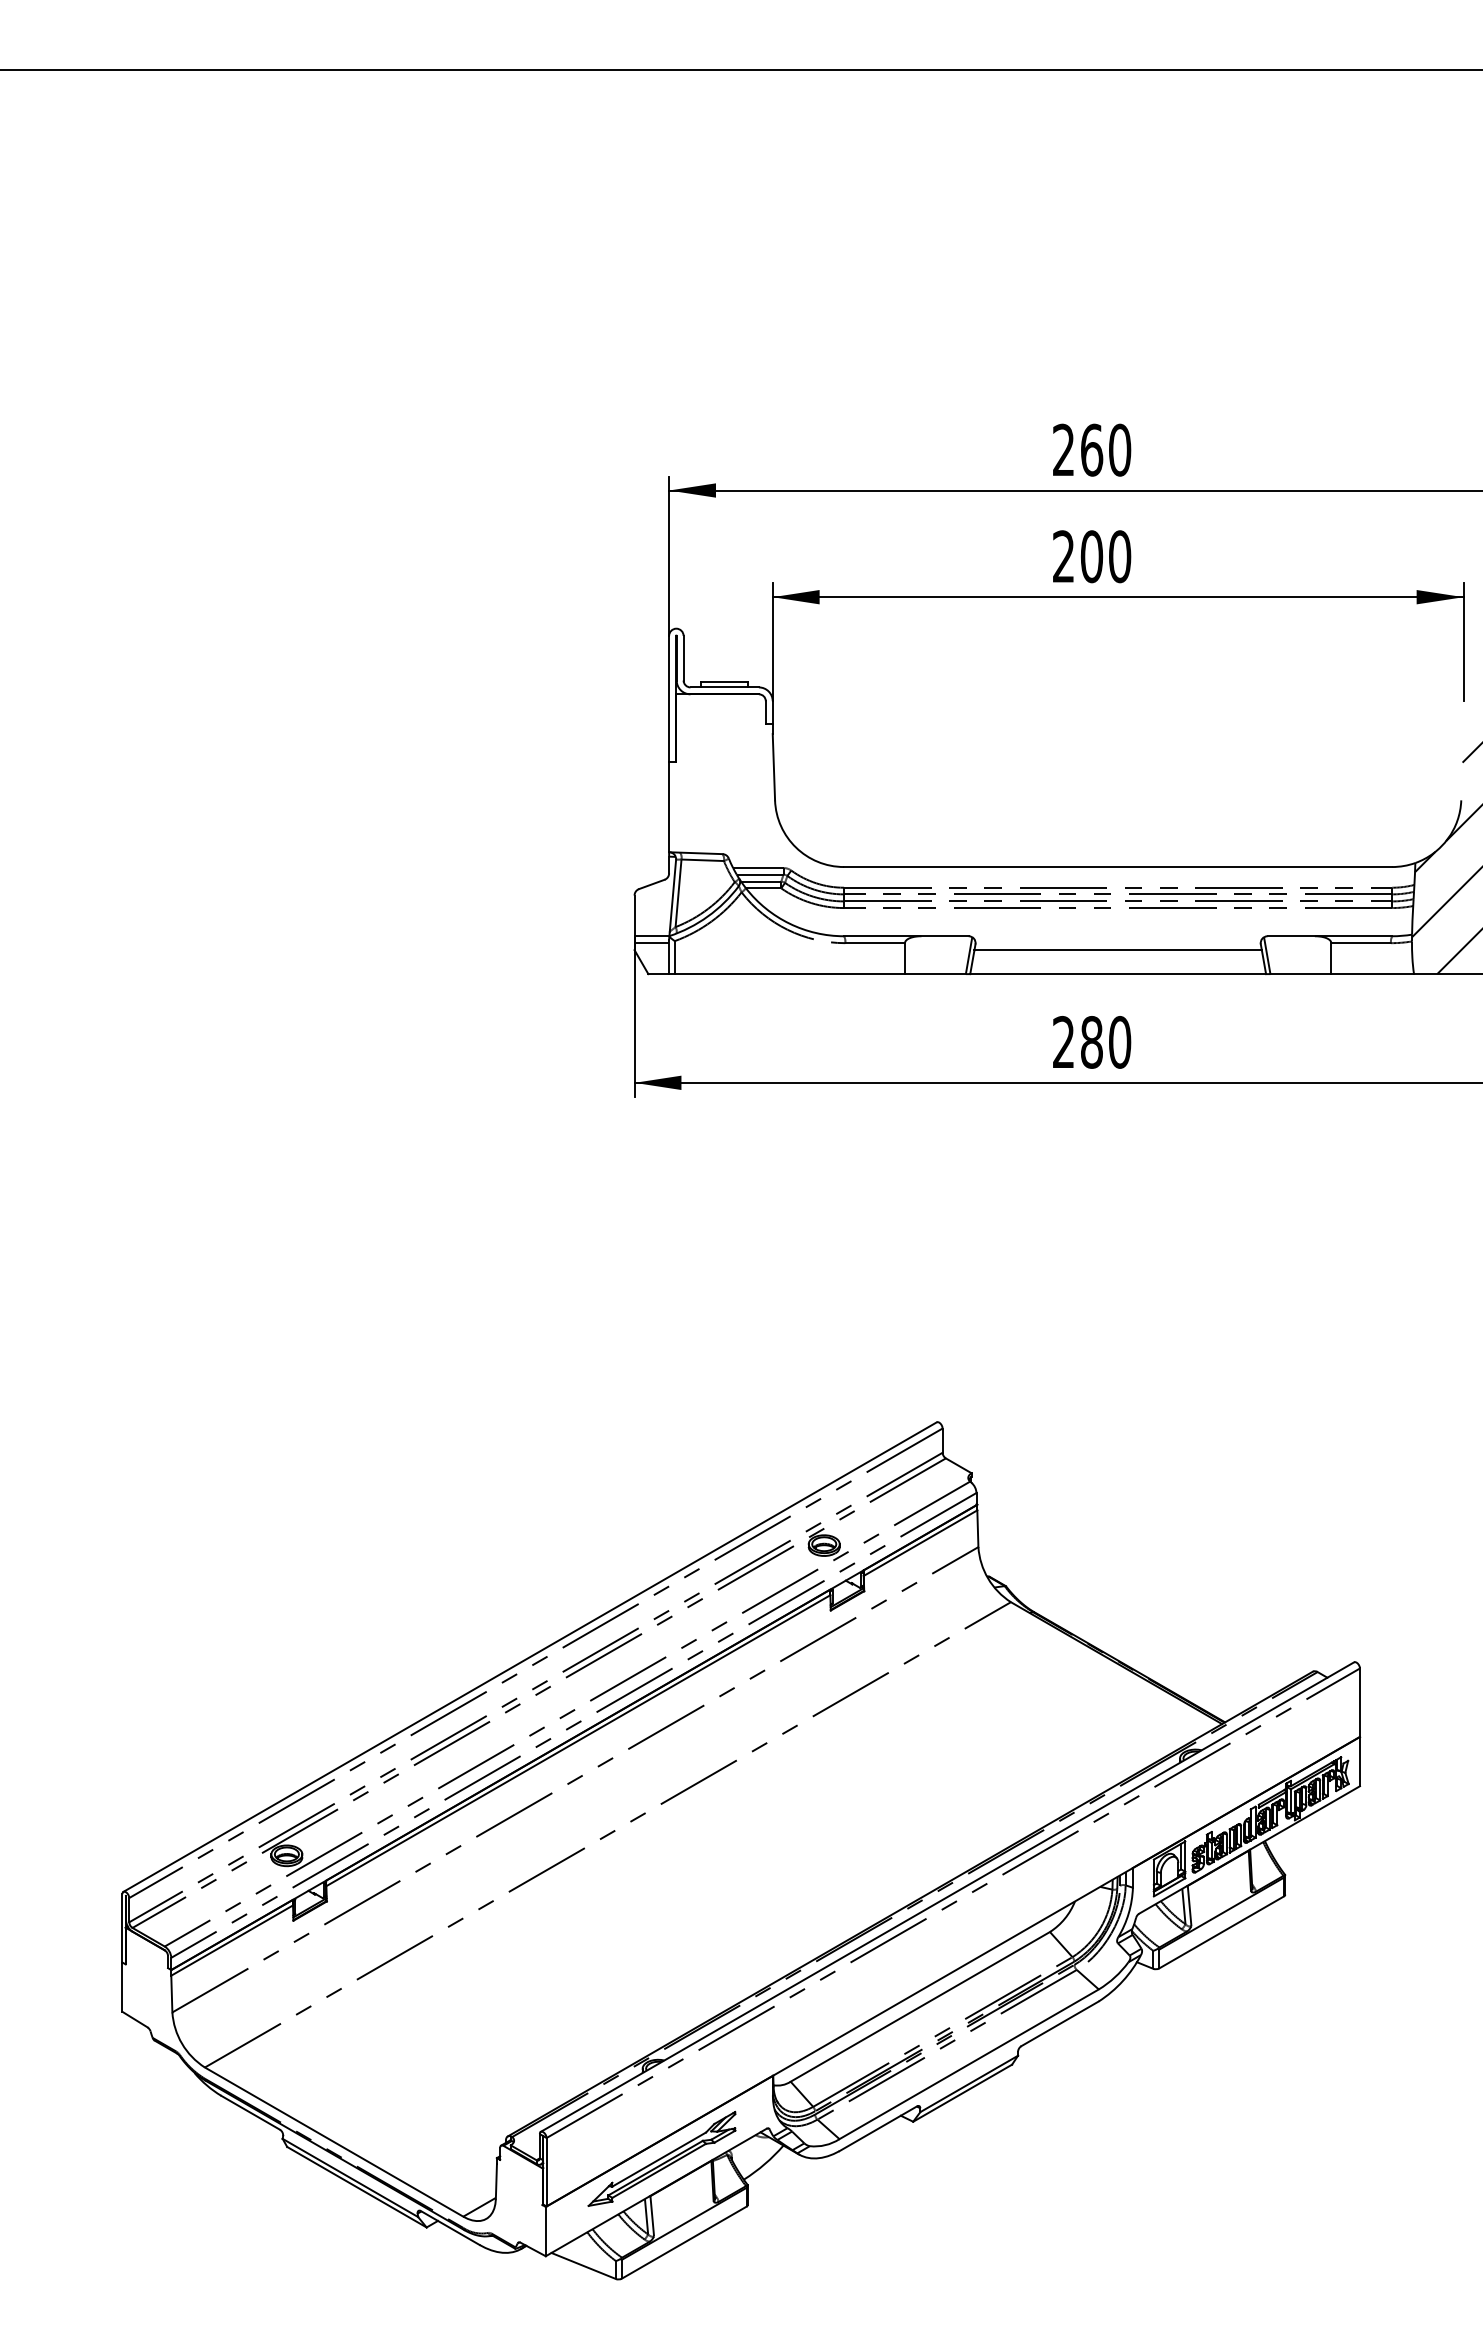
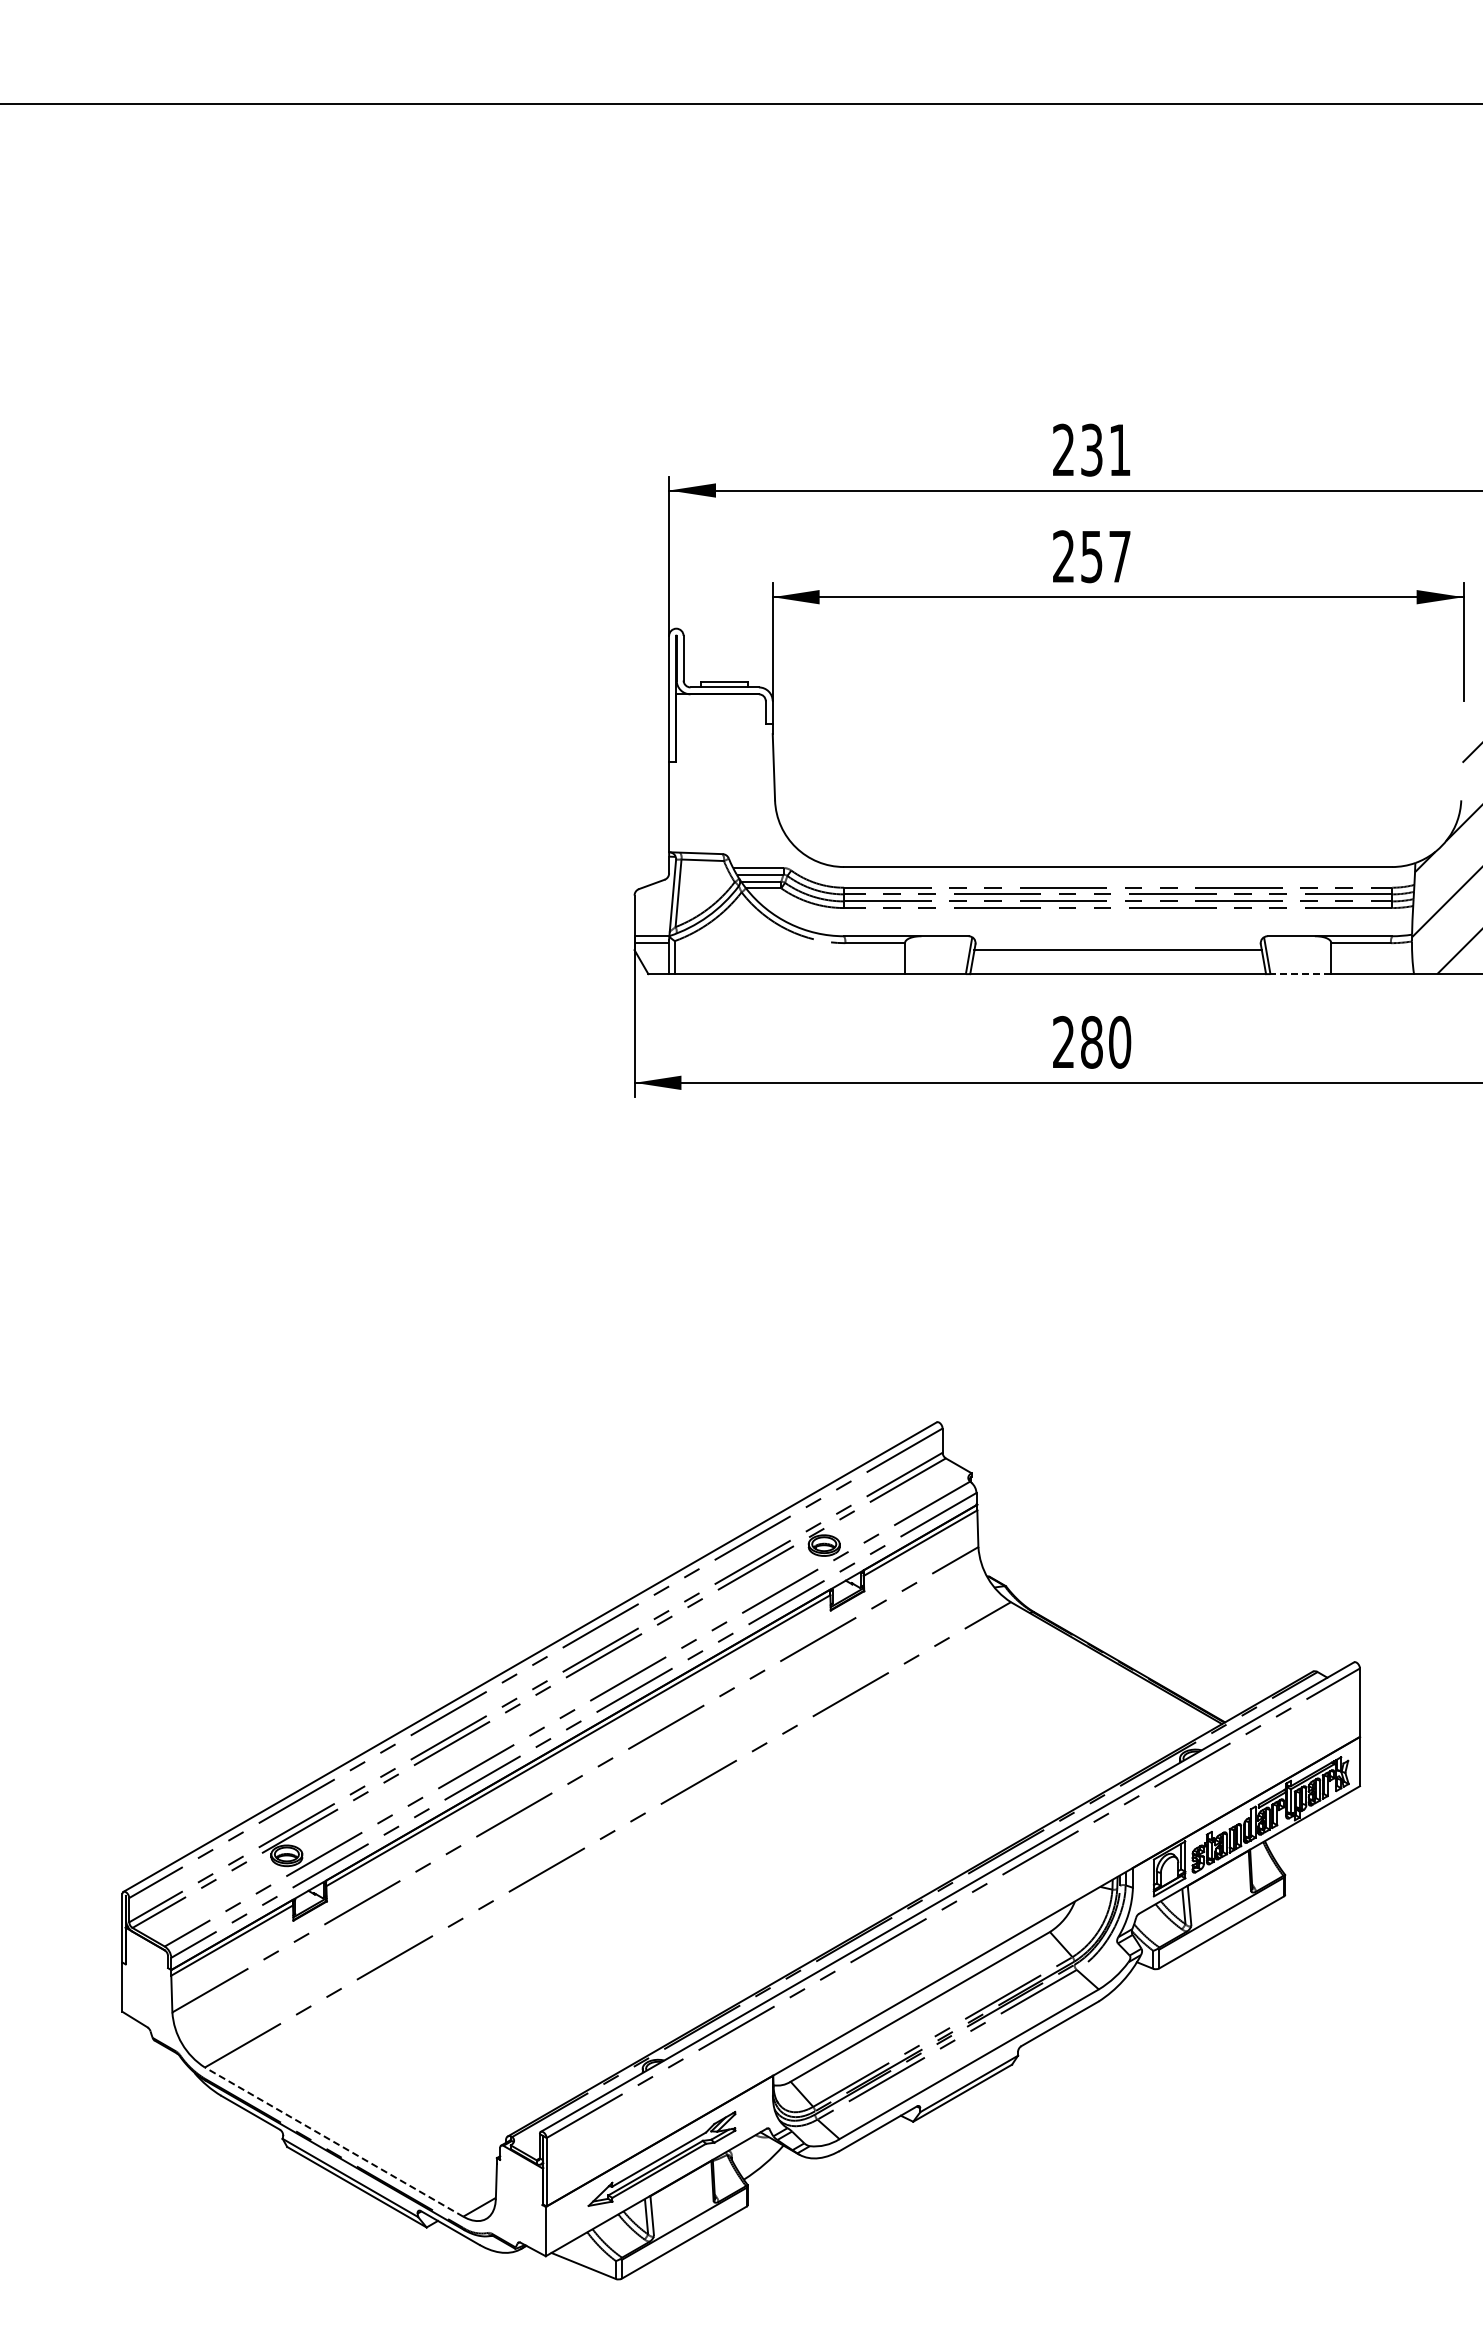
line at (740, 70) position: (740, 70) -> (740, 104)
text at (1106, 449): 260 -> 231
text at (1105, 556): 200 -> 257
line at (1300, 974): solid -> dashed
line at (333, 2141): solid -> dashed
